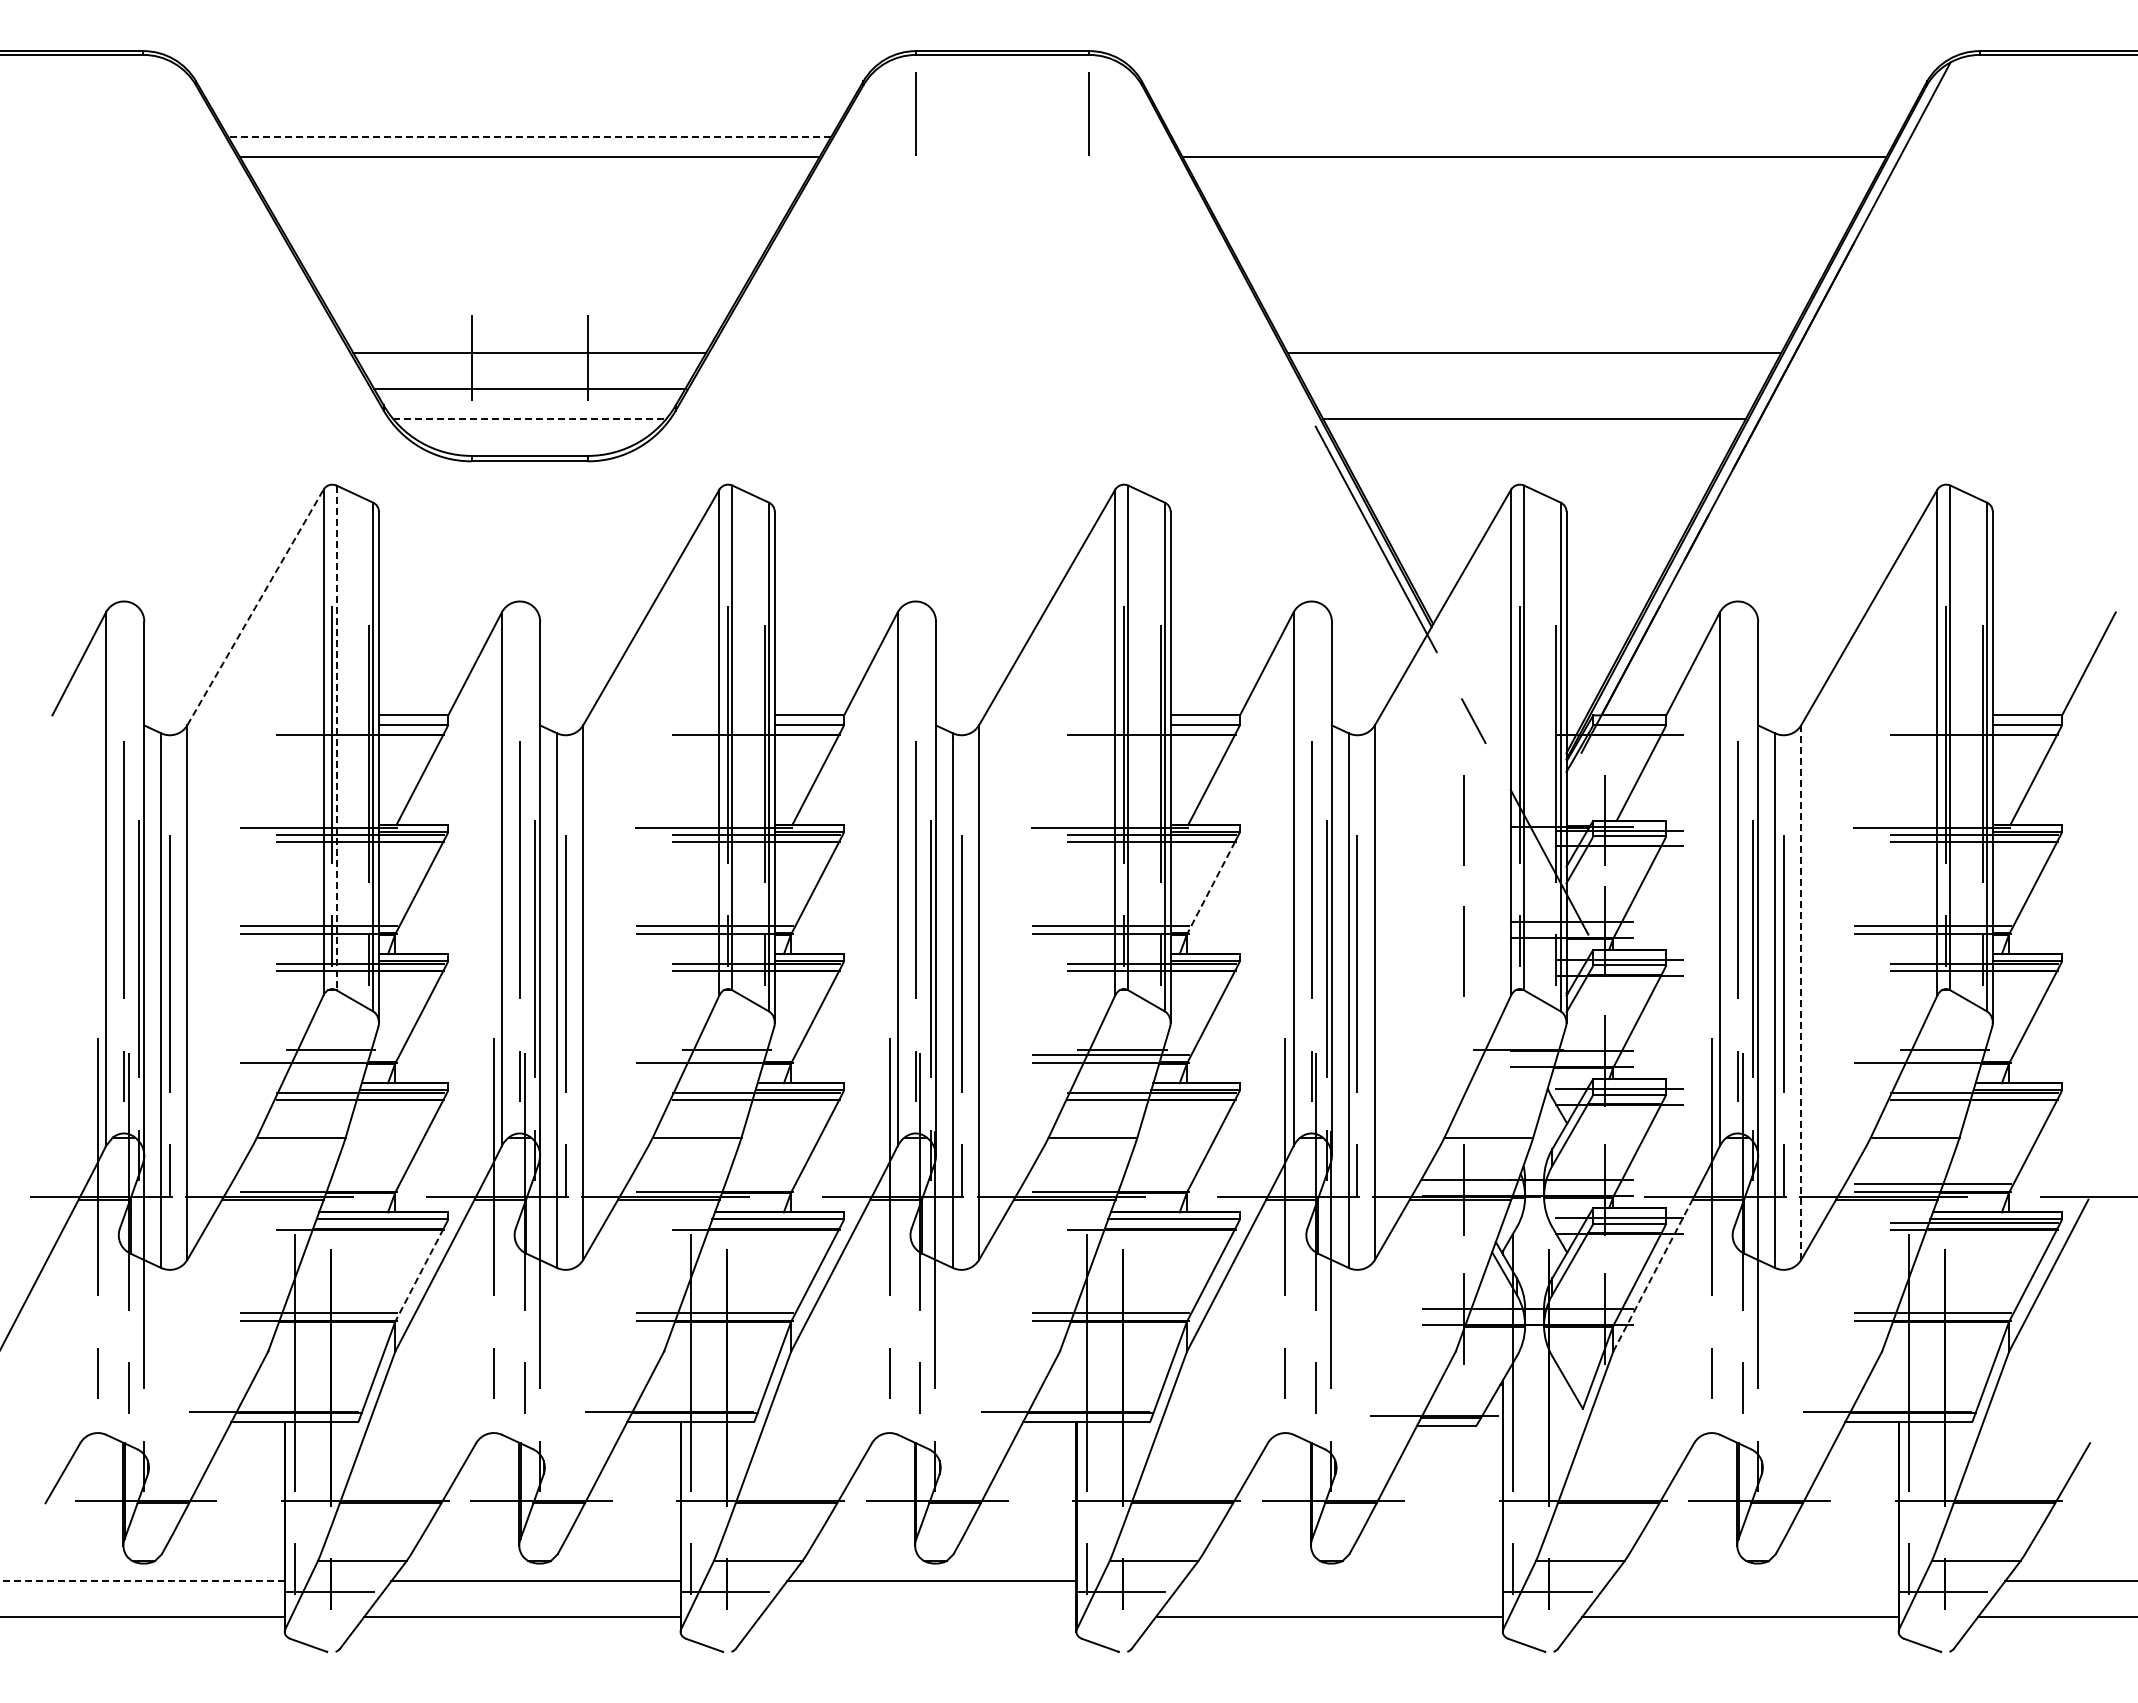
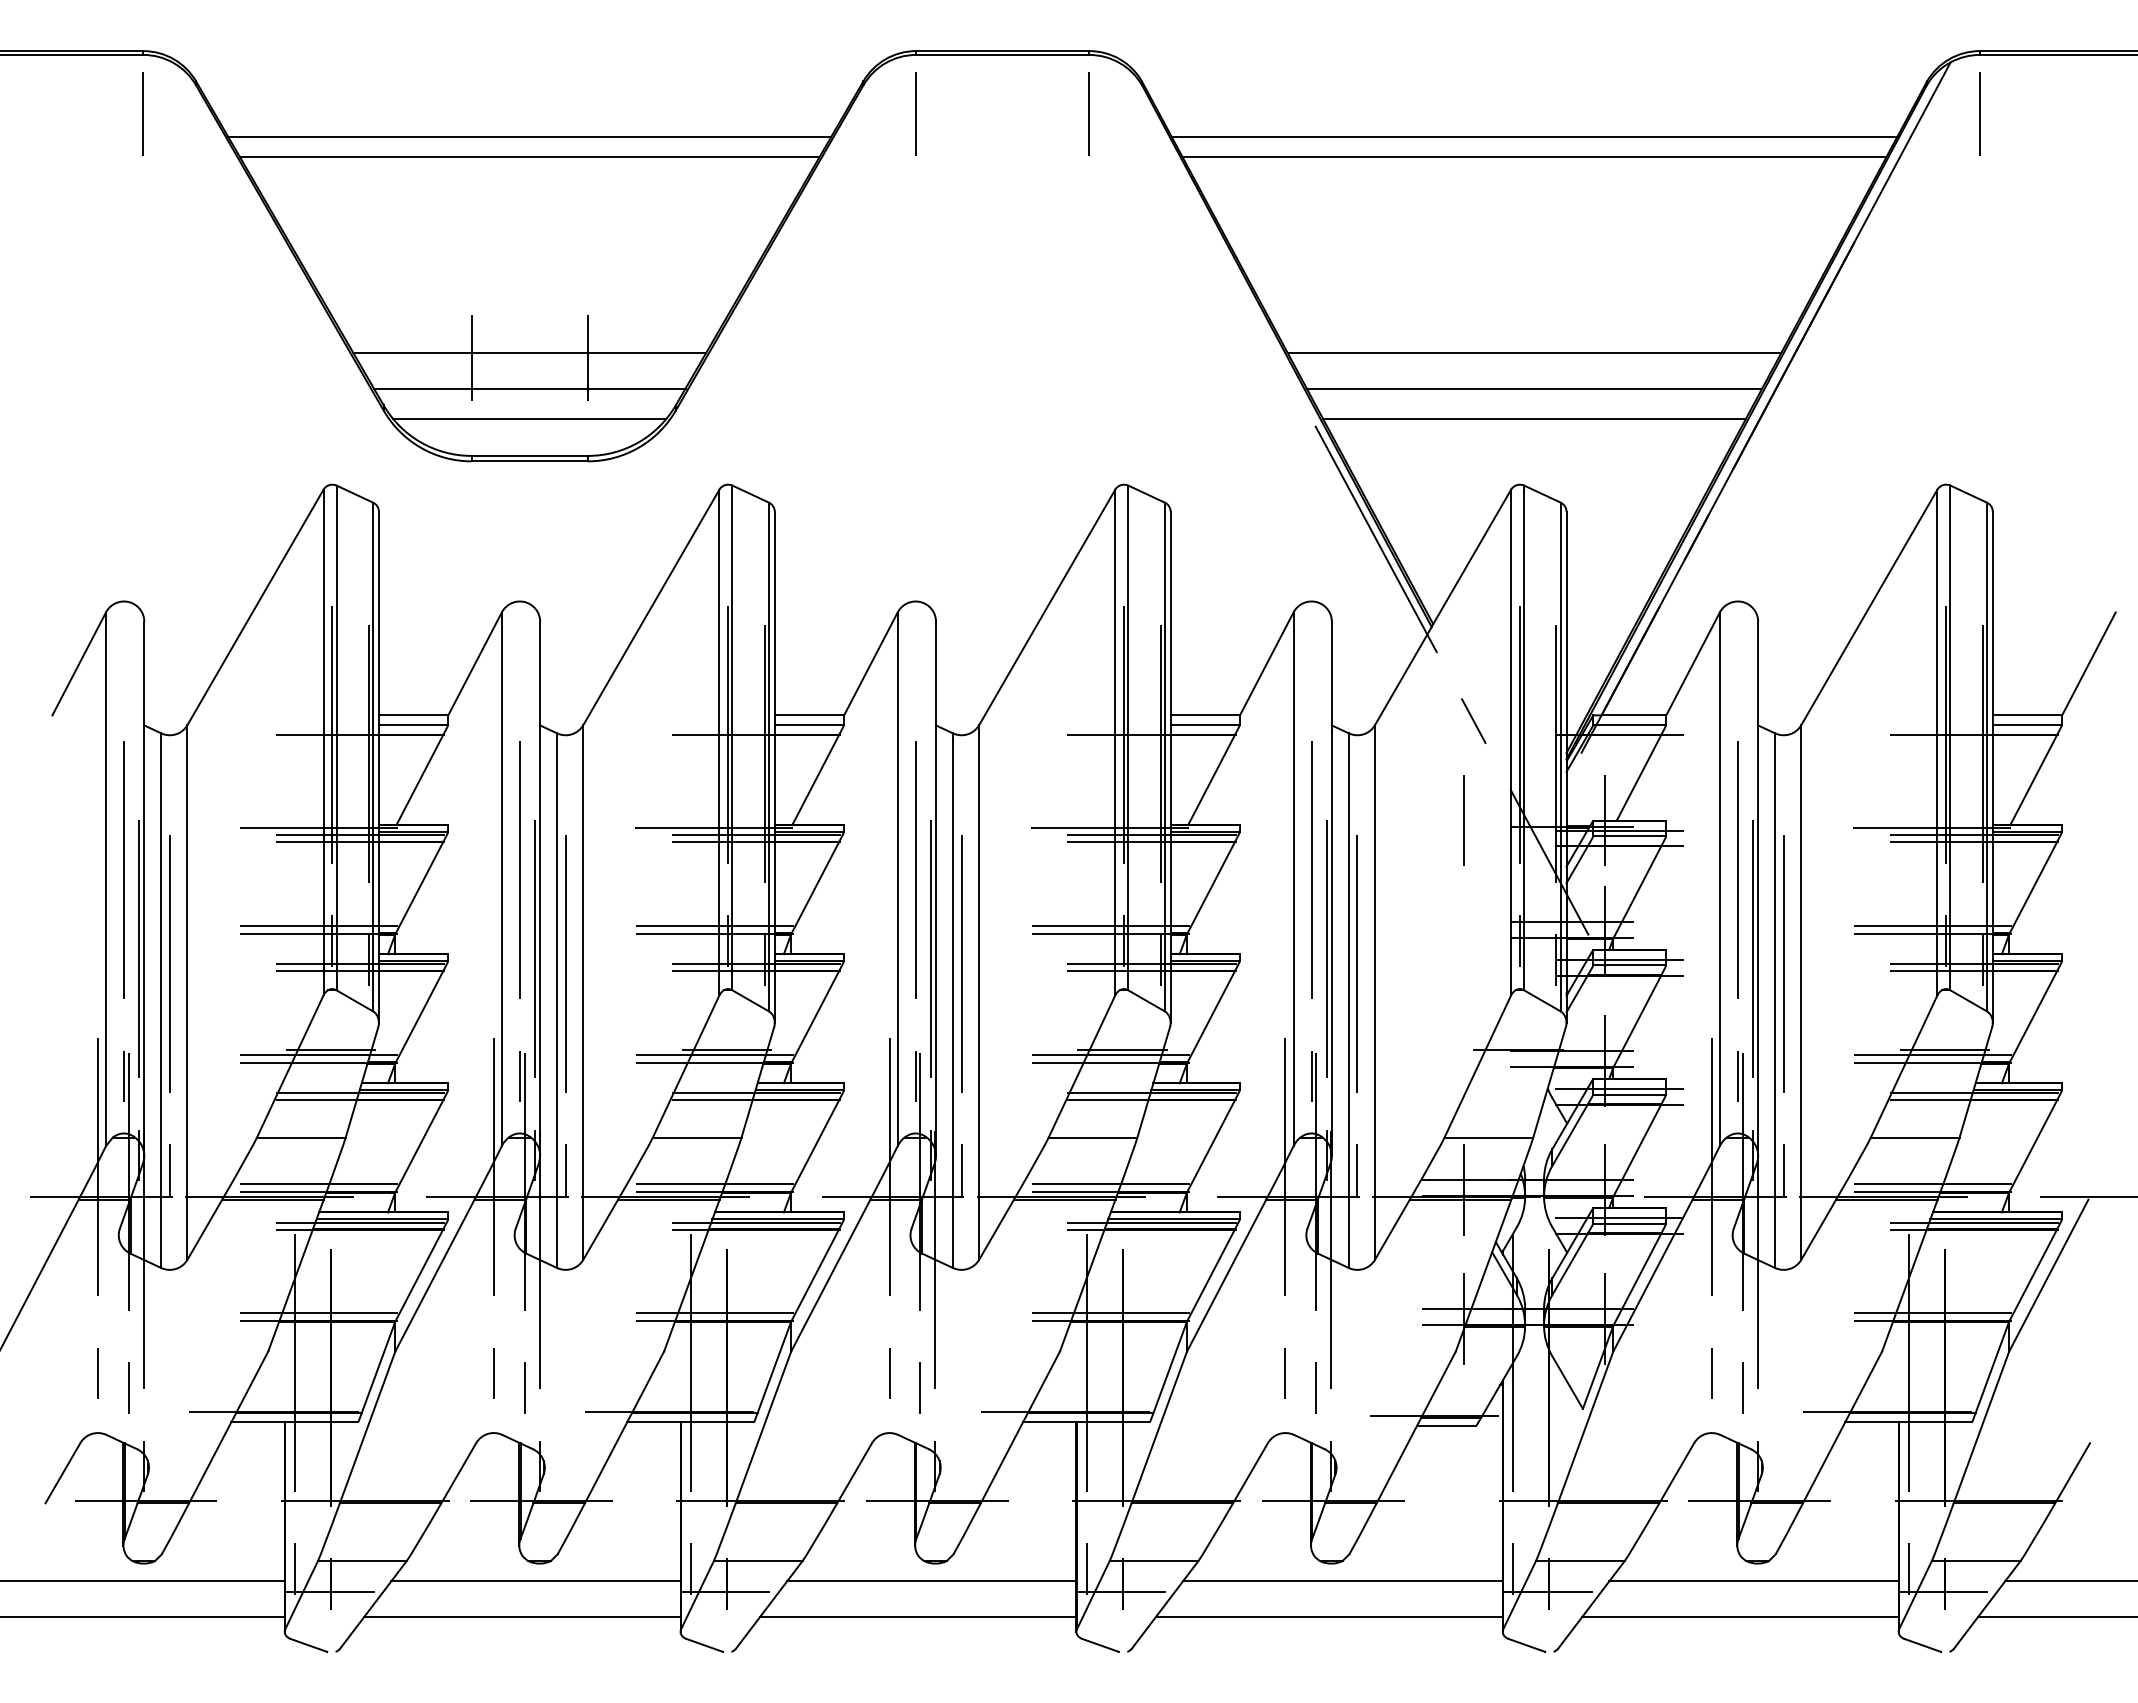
line at (142, 113): none -> present
line at (1979, 114): none -> present
line at (529, 136): dashed -> solid
line at (1534, 136): none -> present
line at (1534, 388): none -> present
line at (529, 419): dashed -> solid
line at (255, 607): dashed -> solid
line at (336, 738): dashed -> solid
line at (1211, 887): dashed -> solid
line at (1463, 951): present -> none
line at (1801, 992): dashed -> solid
line at (319, 1055): none -> present
line at (714, 1055): none -> present
line at (1932, 1055): none -> present
line at (319, 1184): none -> present
line at (714, 1184): none -> present
line at (1110, 1184): none -> present
line at (360, 1222): none -> present
line at (755, 1222): none -> present
line at (1151, 1222): none -> present
line at (419, 1274): dashed -> solid
line at (1652, 1275): dashed -> solid
line at (142, 1581): dashed -> solid
line at (1342, 1581): none -> present
line at (1753, 1581): none -> present
line at (918, 1616): none -> present
